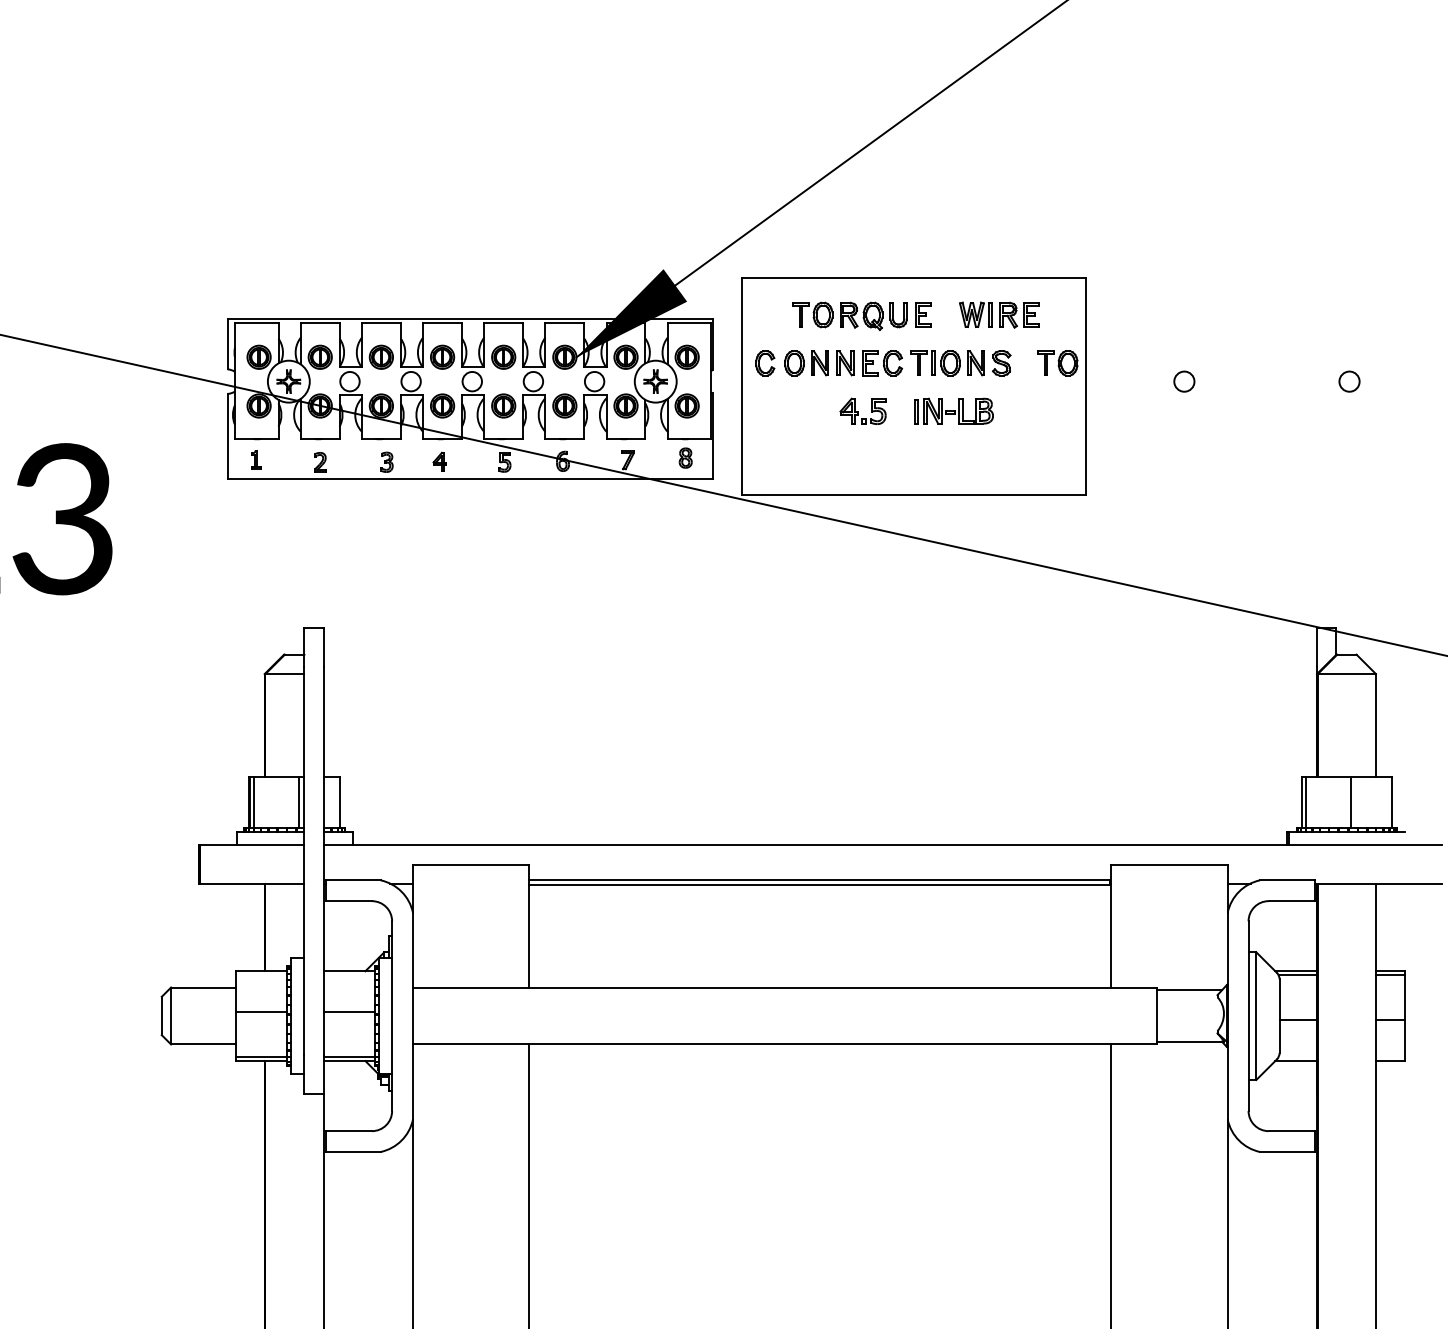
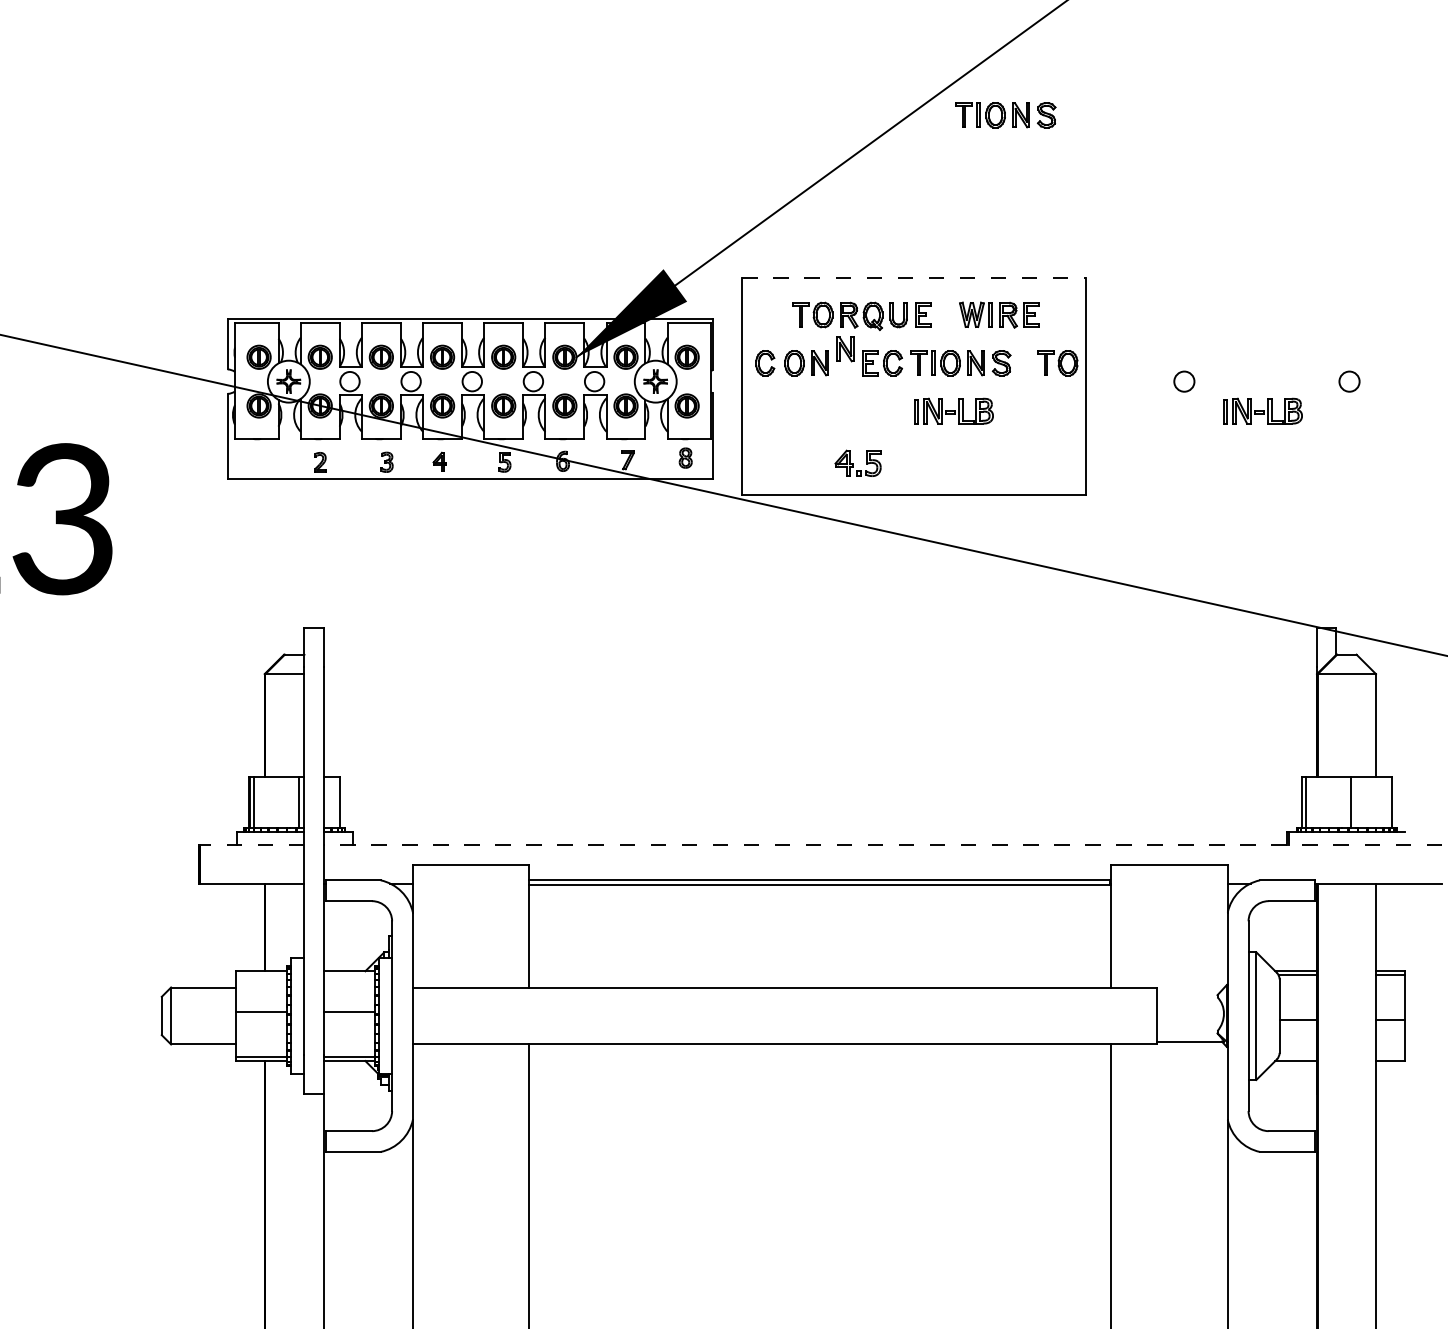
part at (1005, 115): none -> present
line at (914, 277): solid -> dashed
part at (845, 363) position: (845, 363) -> (845, 349)
part at (862, 410) position: (862, 410) -> (857, 462)
part at (1262, 410): none -> present
part at (256, 459): present -> none
line at (252, 844): solid -> dashed
line at (882, 844): solid -> dashed
line at (1188, 990): present -> none
